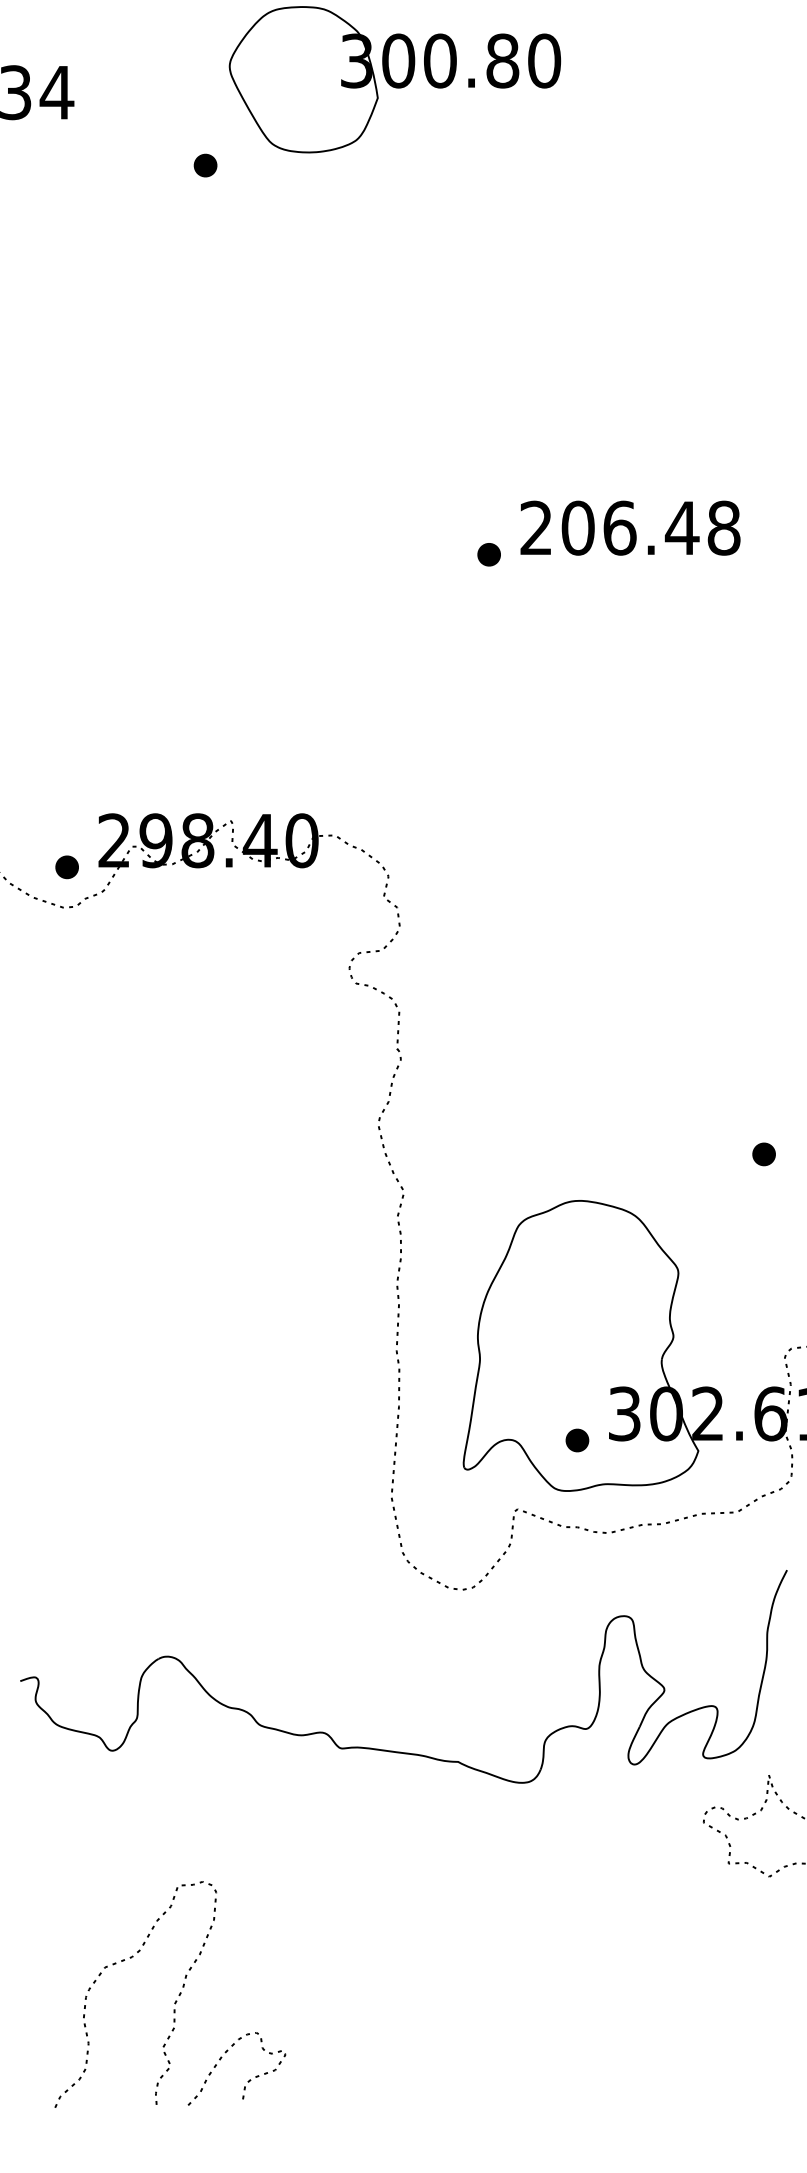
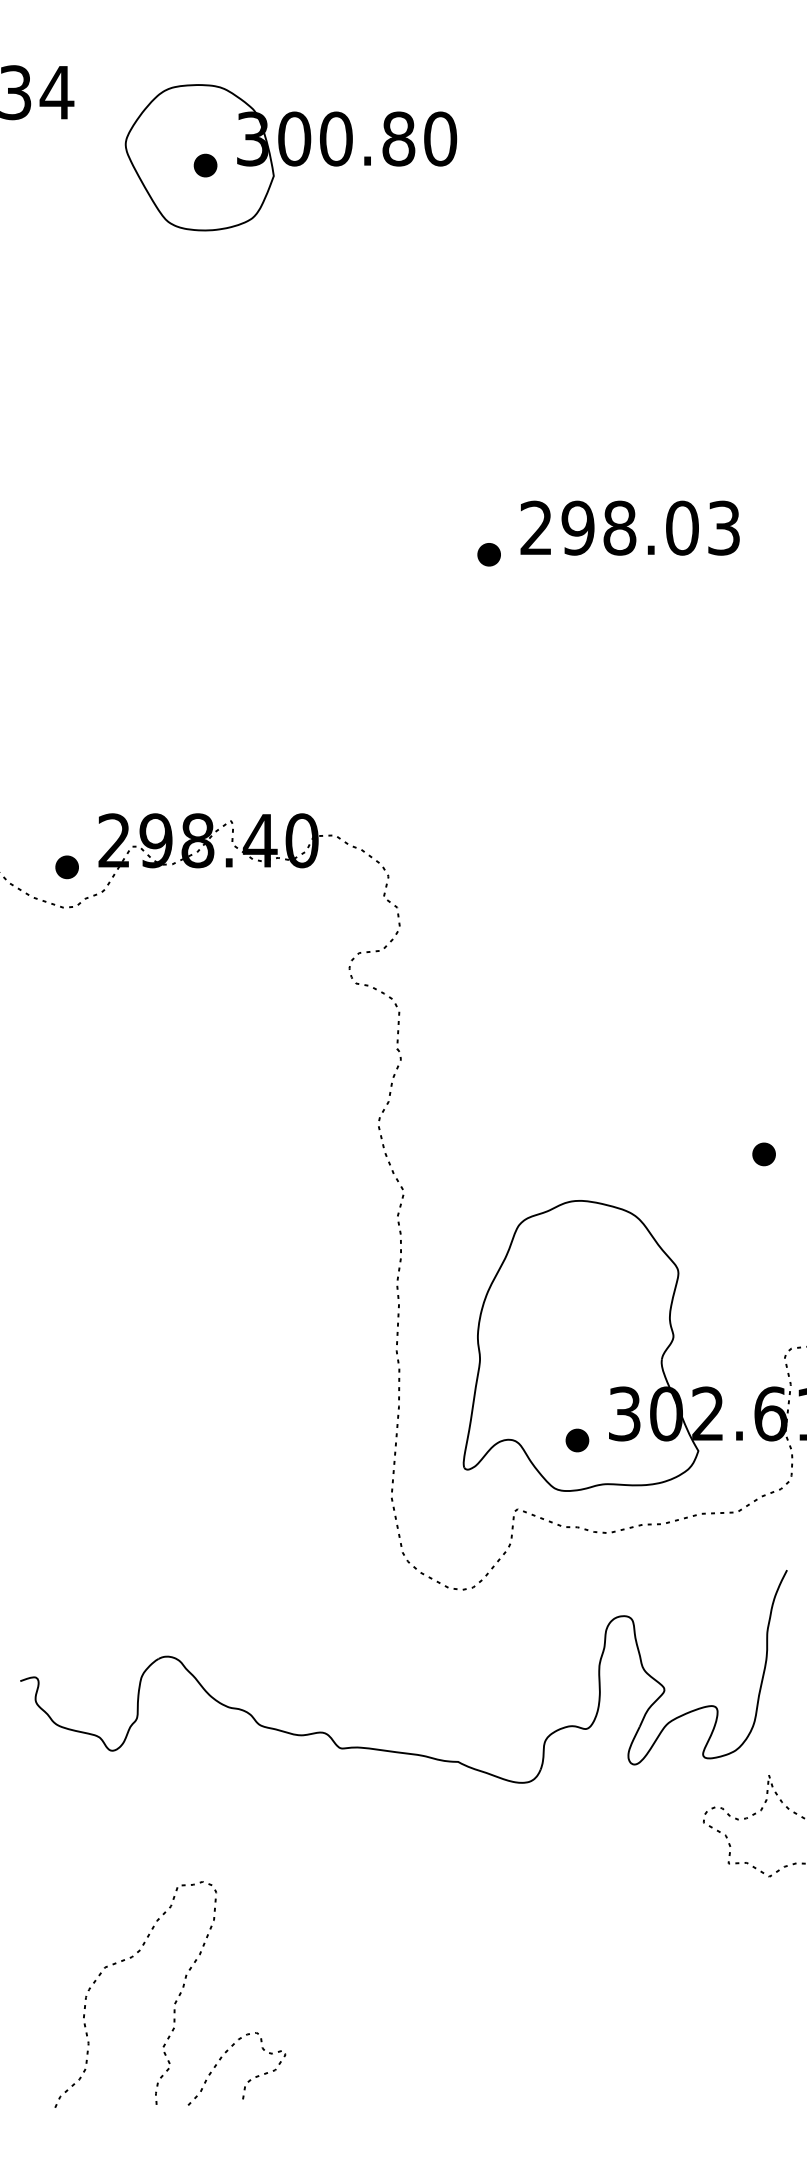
part at (394, 79) position: (394, 79) -> (290, 157)
text at (650, 527): 206.48 -> 298.03
